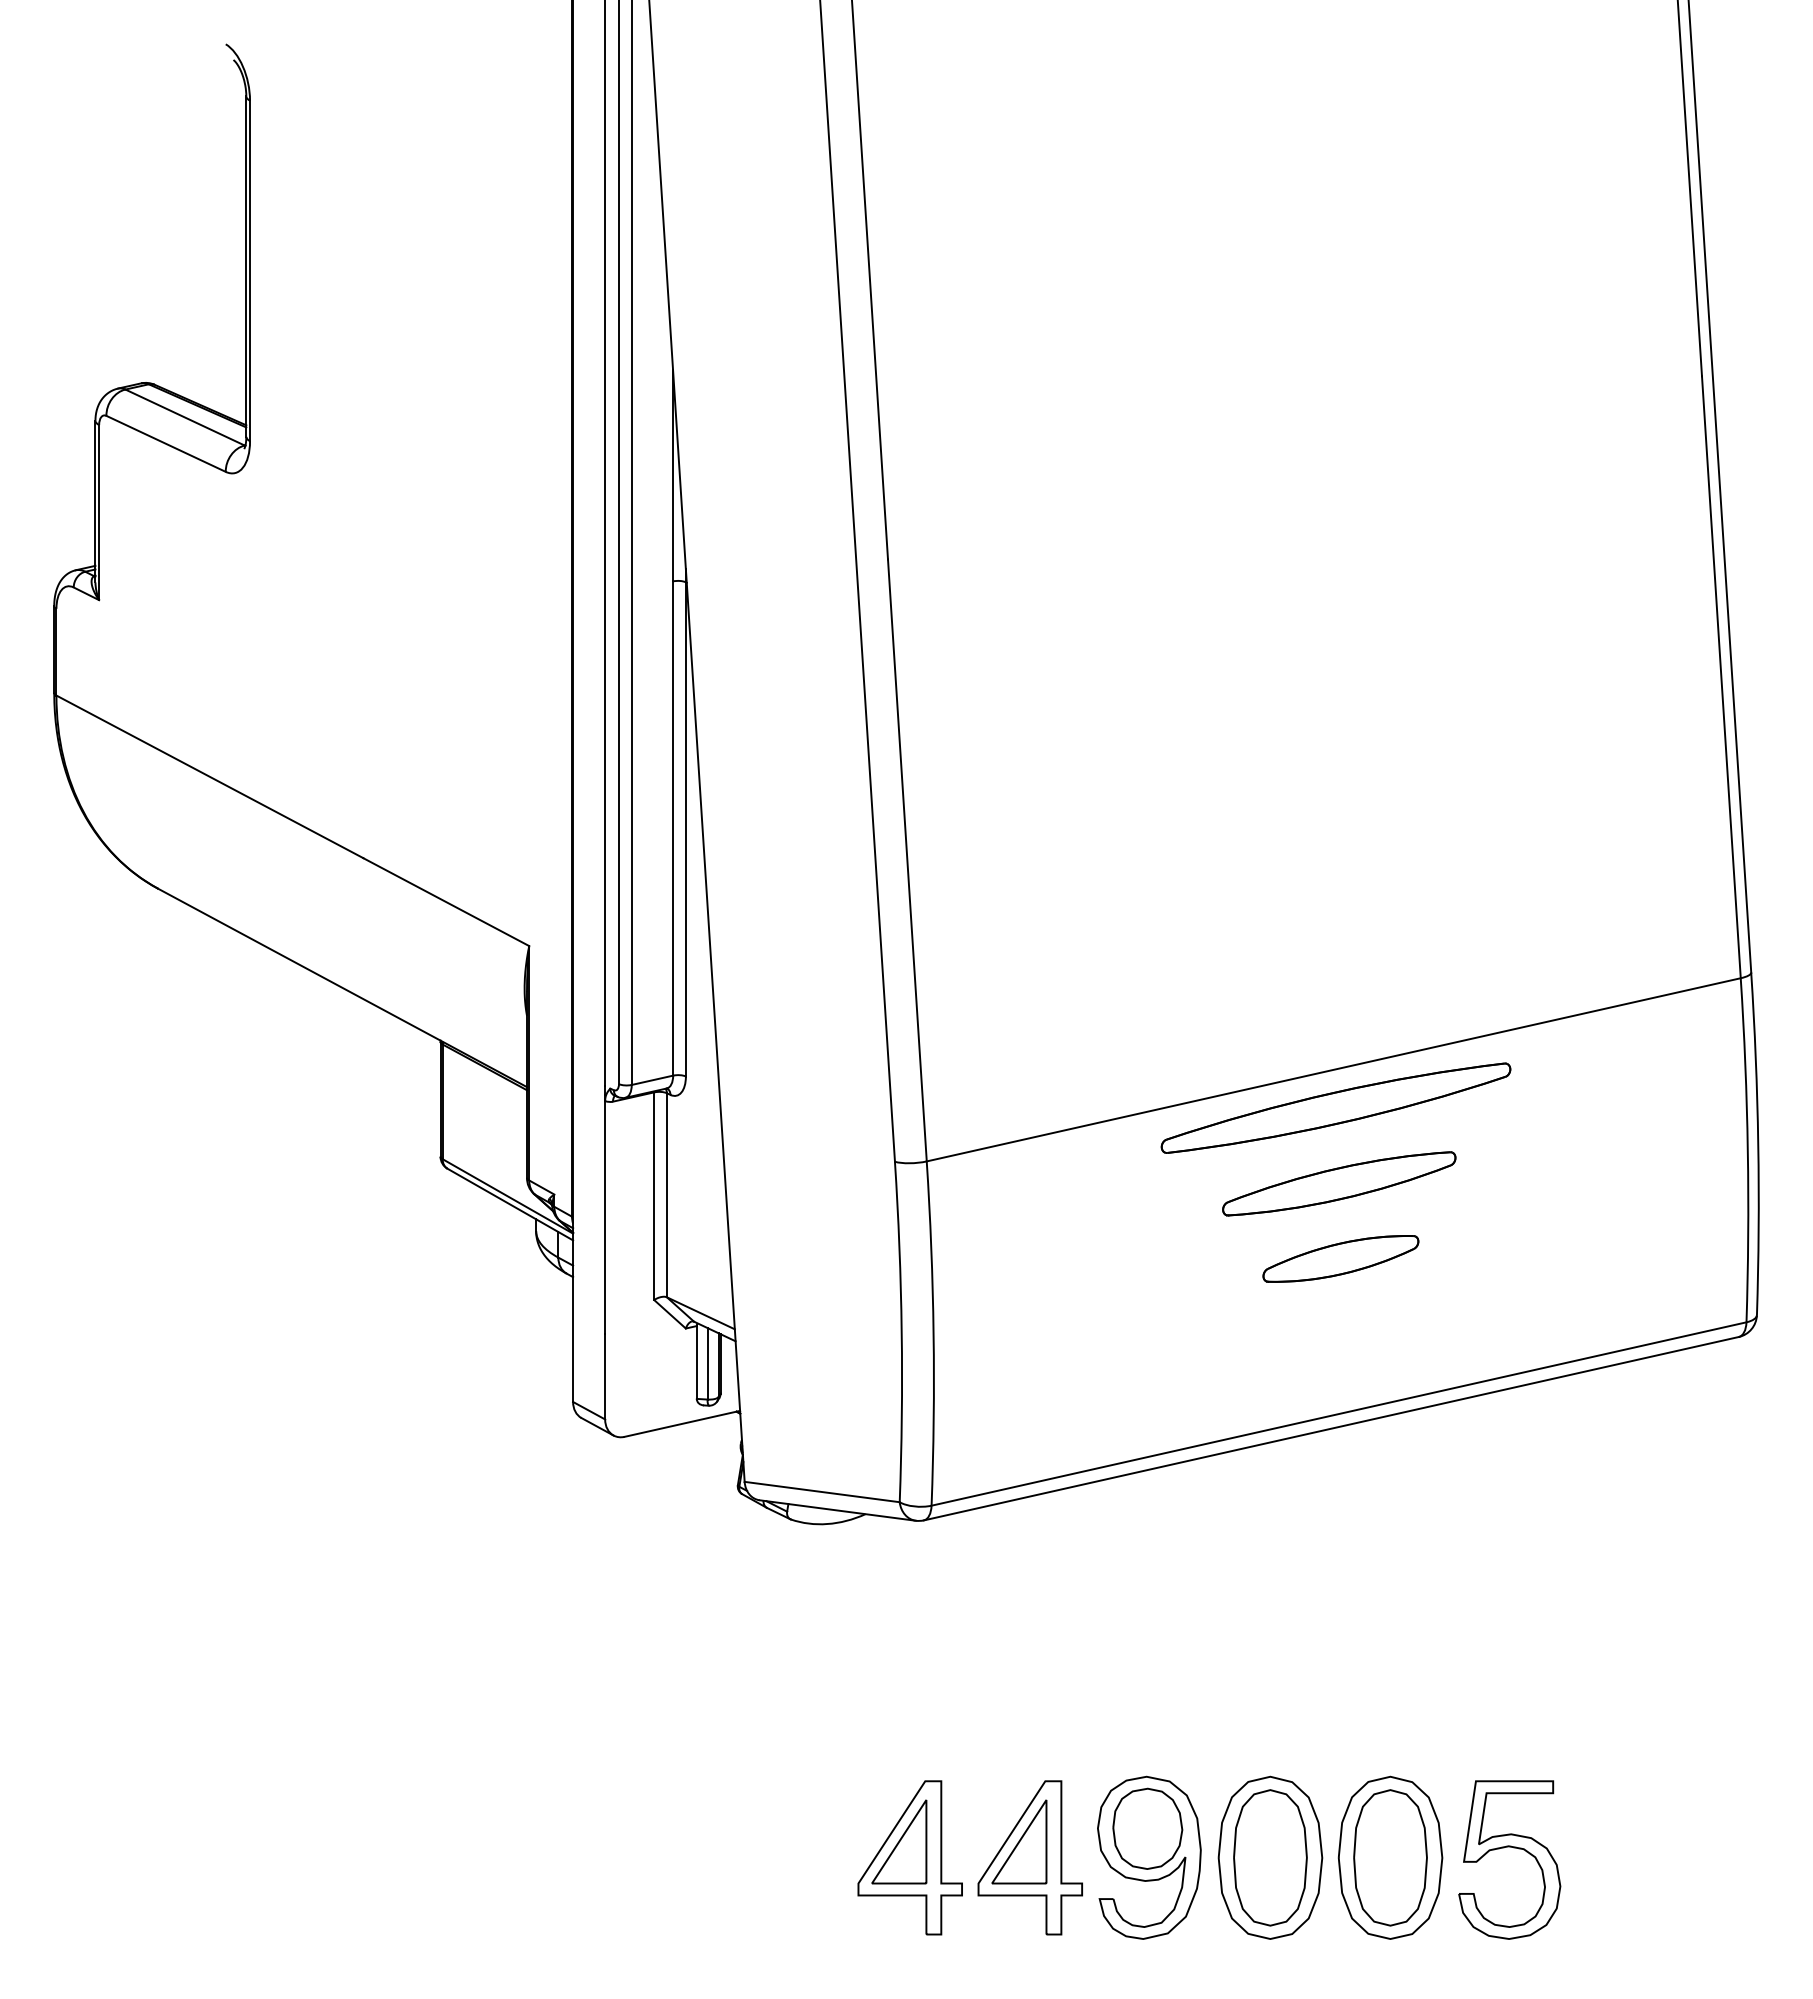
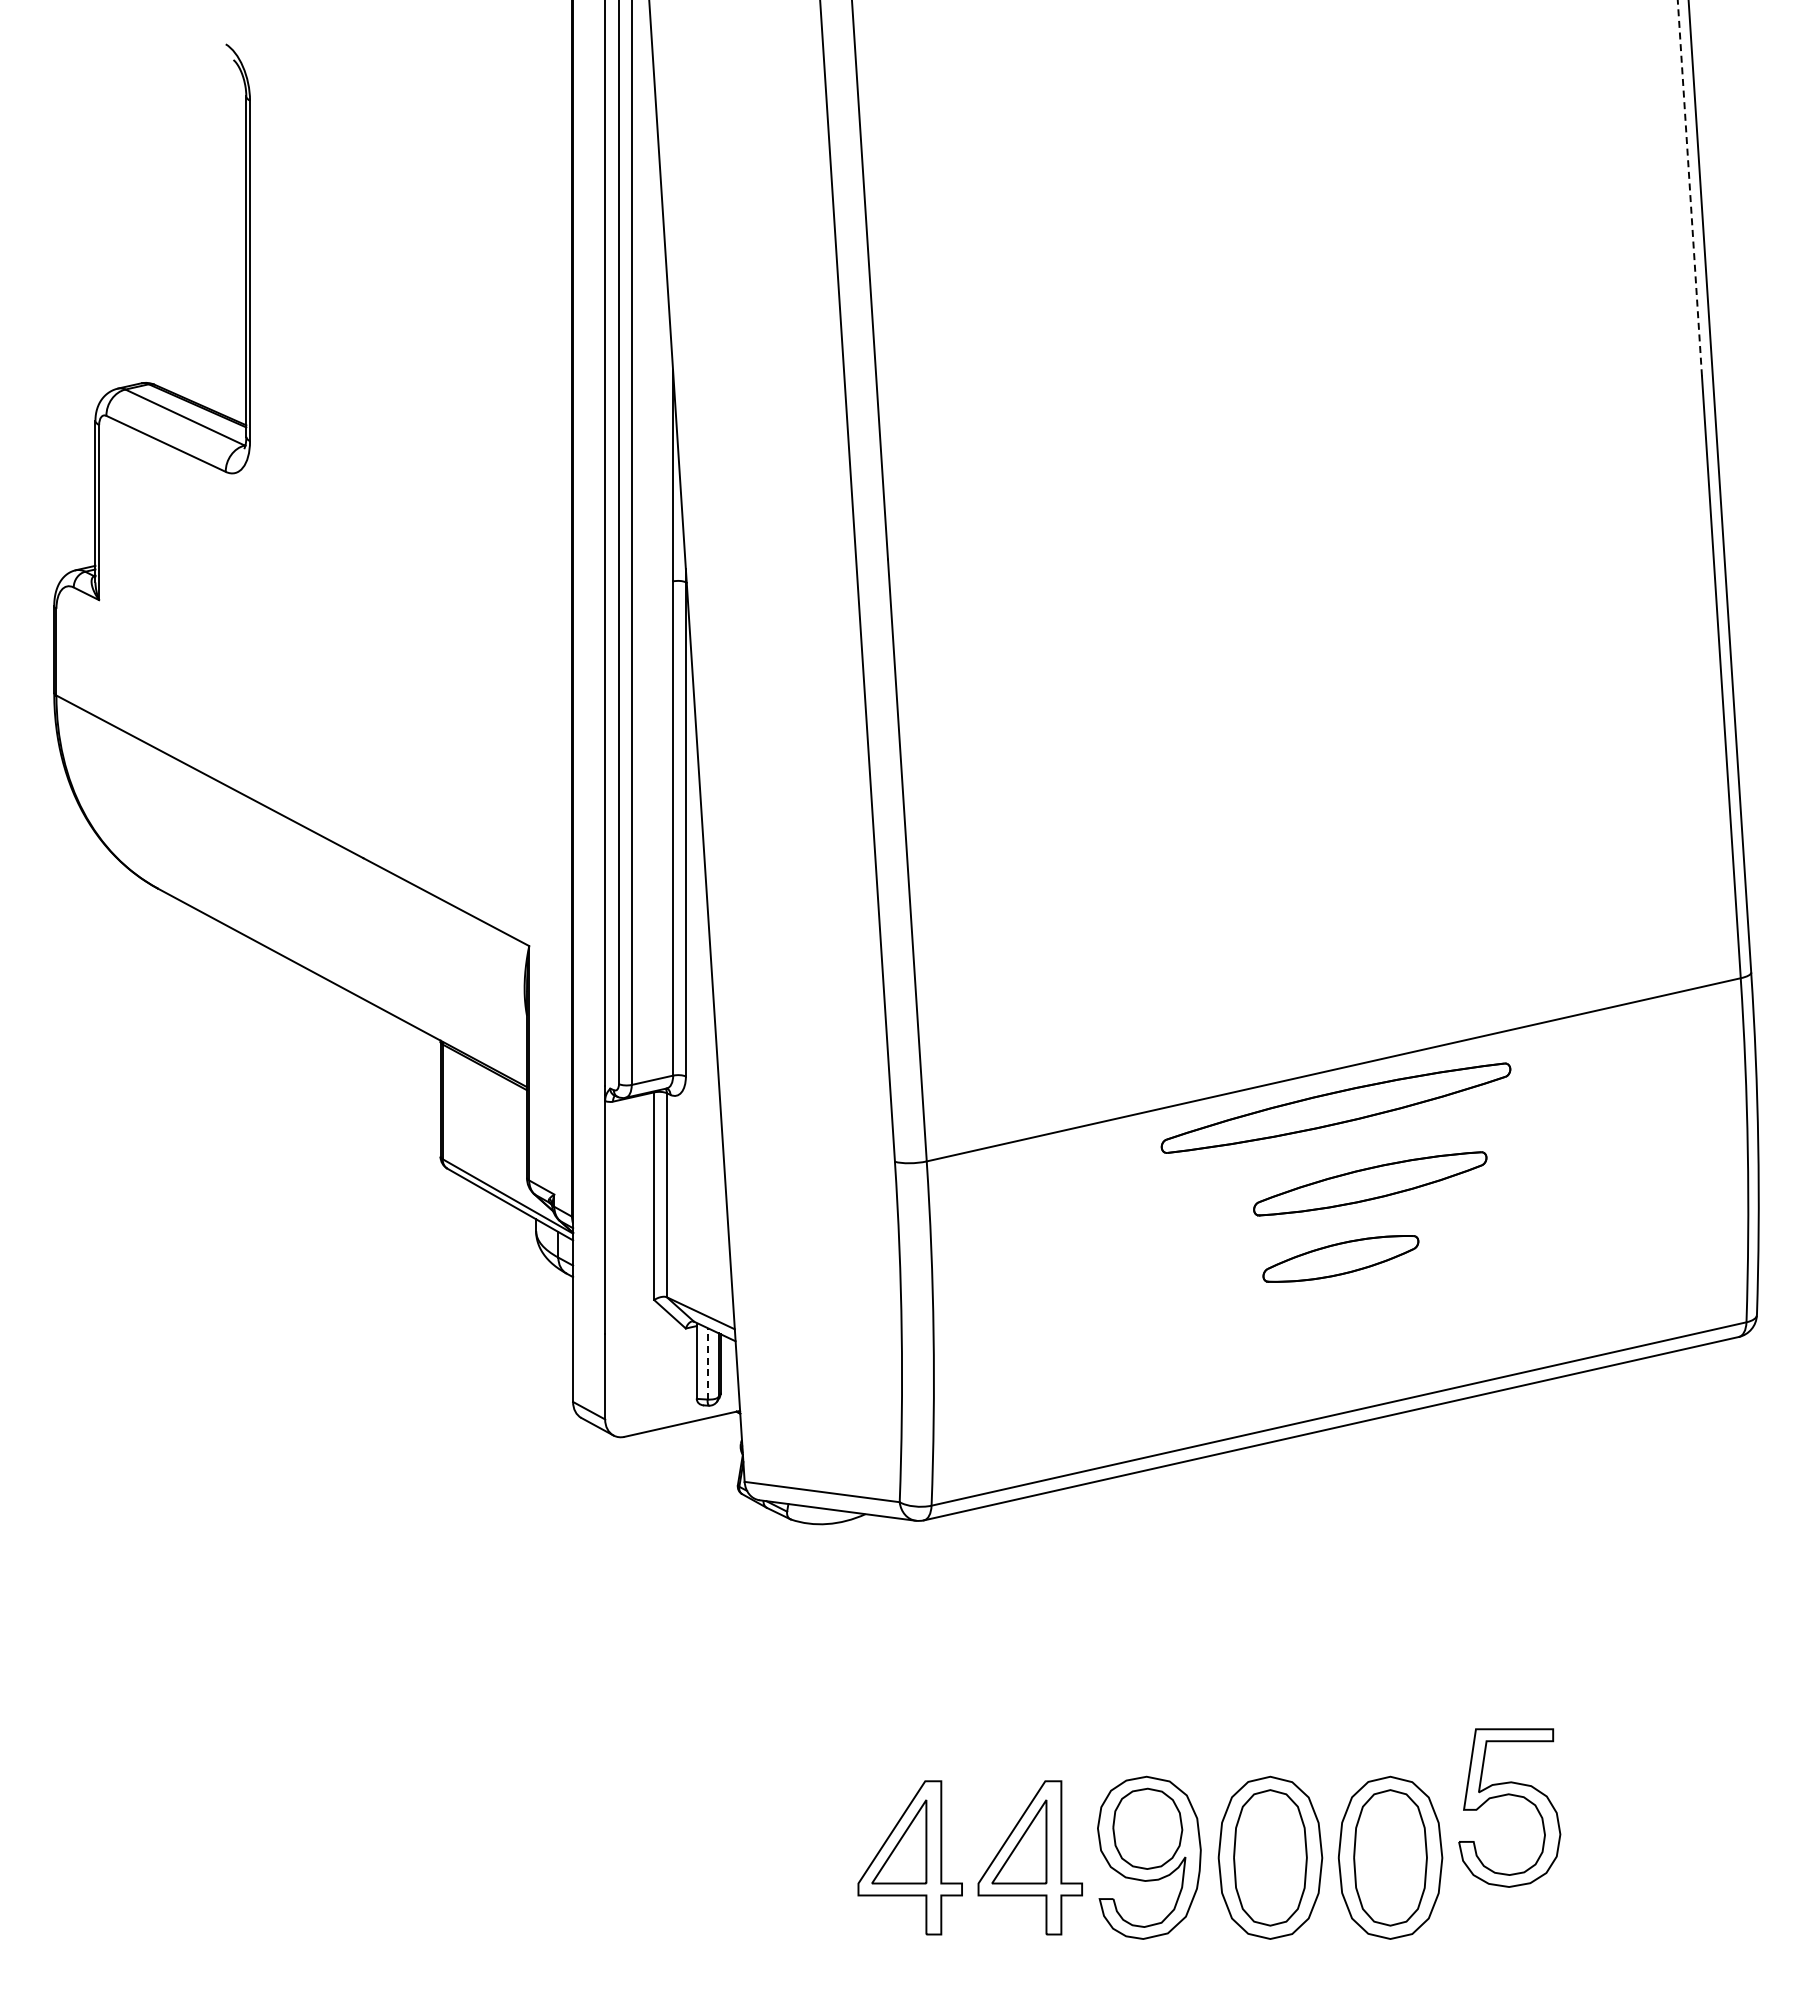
line at (1689, 187): solid -> dashed
part at (1339, 1183) position: (1339, 1183) -> (1370, 1183)
line at (707, 1363): solid -> dashed
part at (1513, 1848) position: (1513, 1848) -> (1513, 1796)
